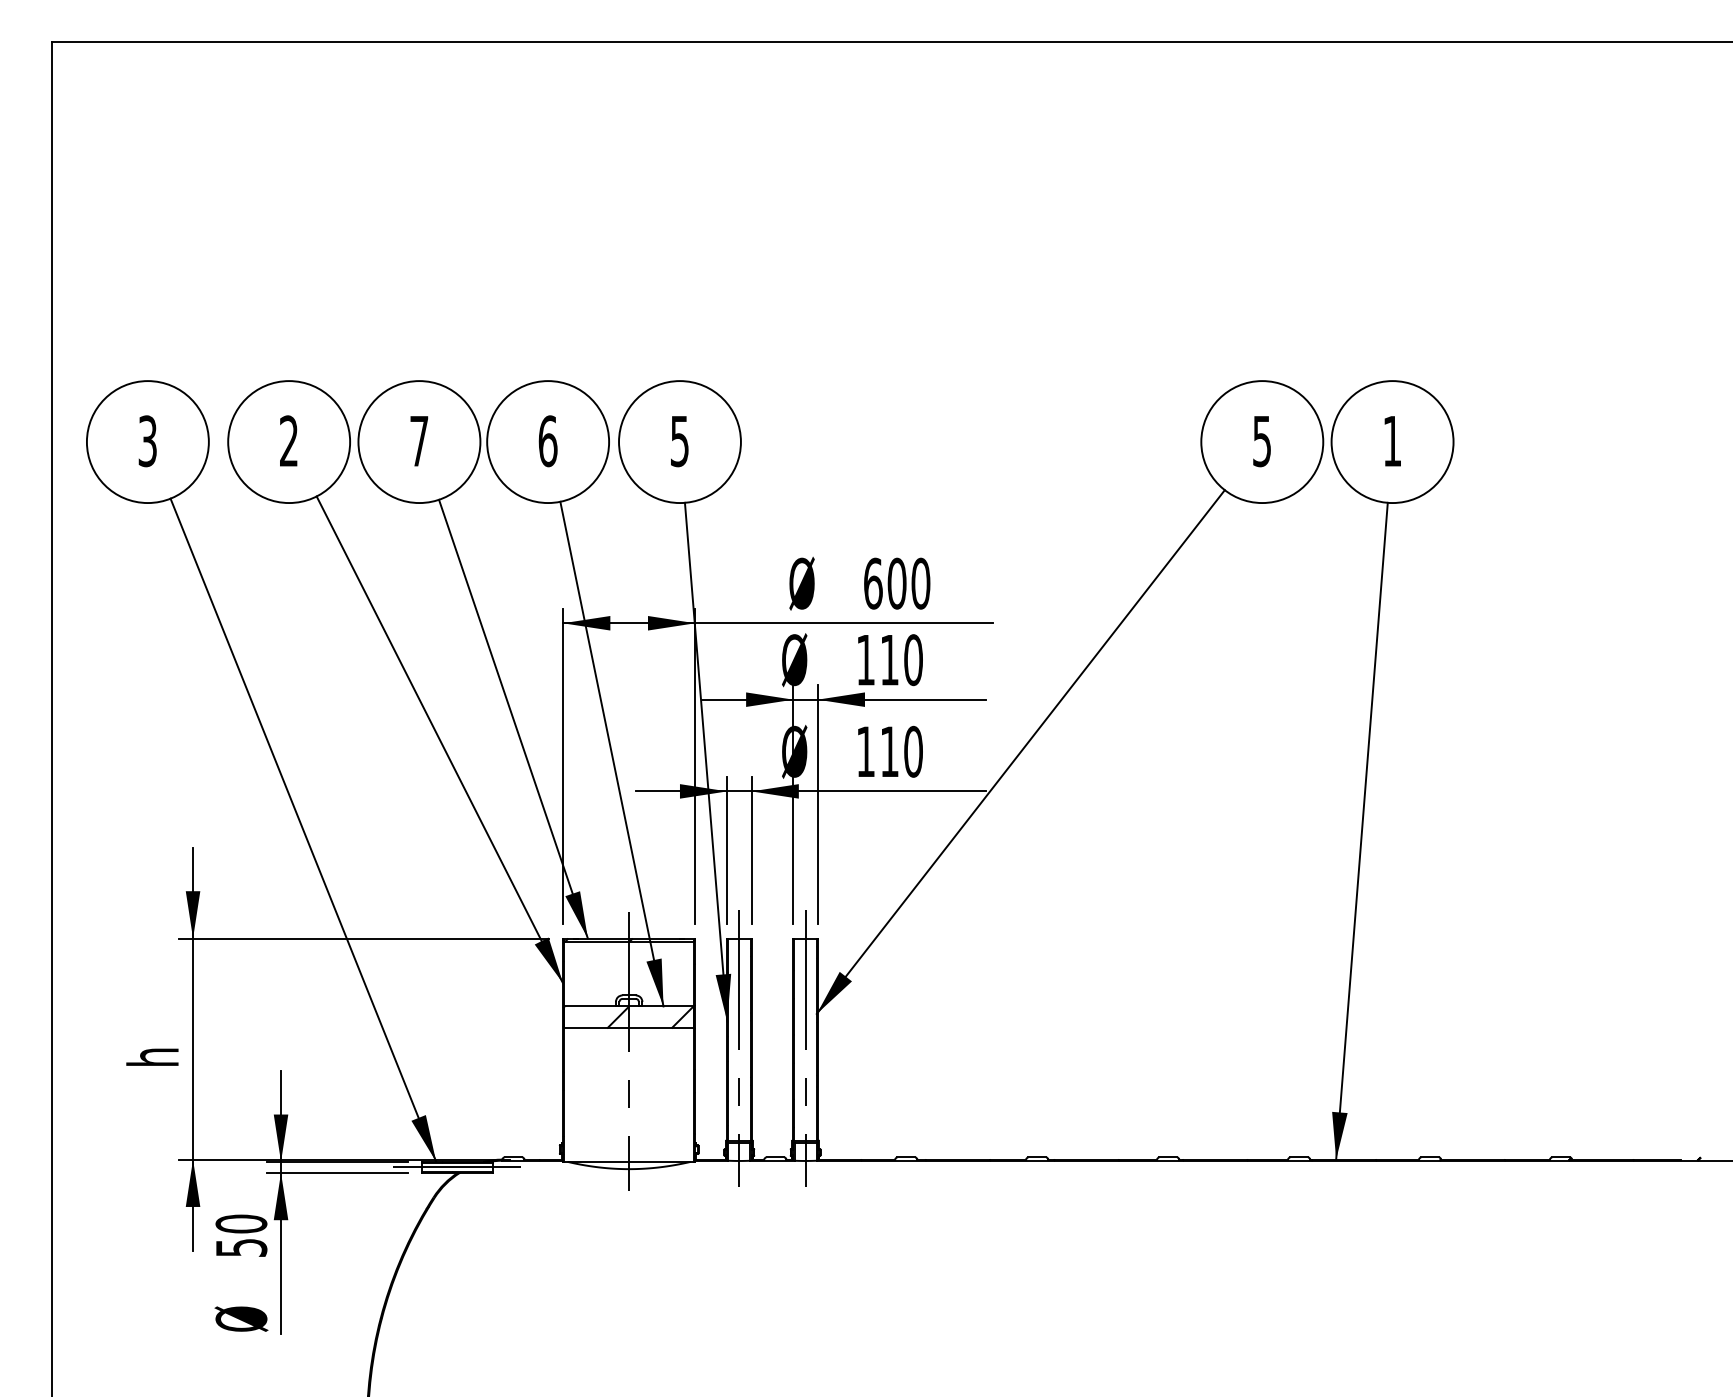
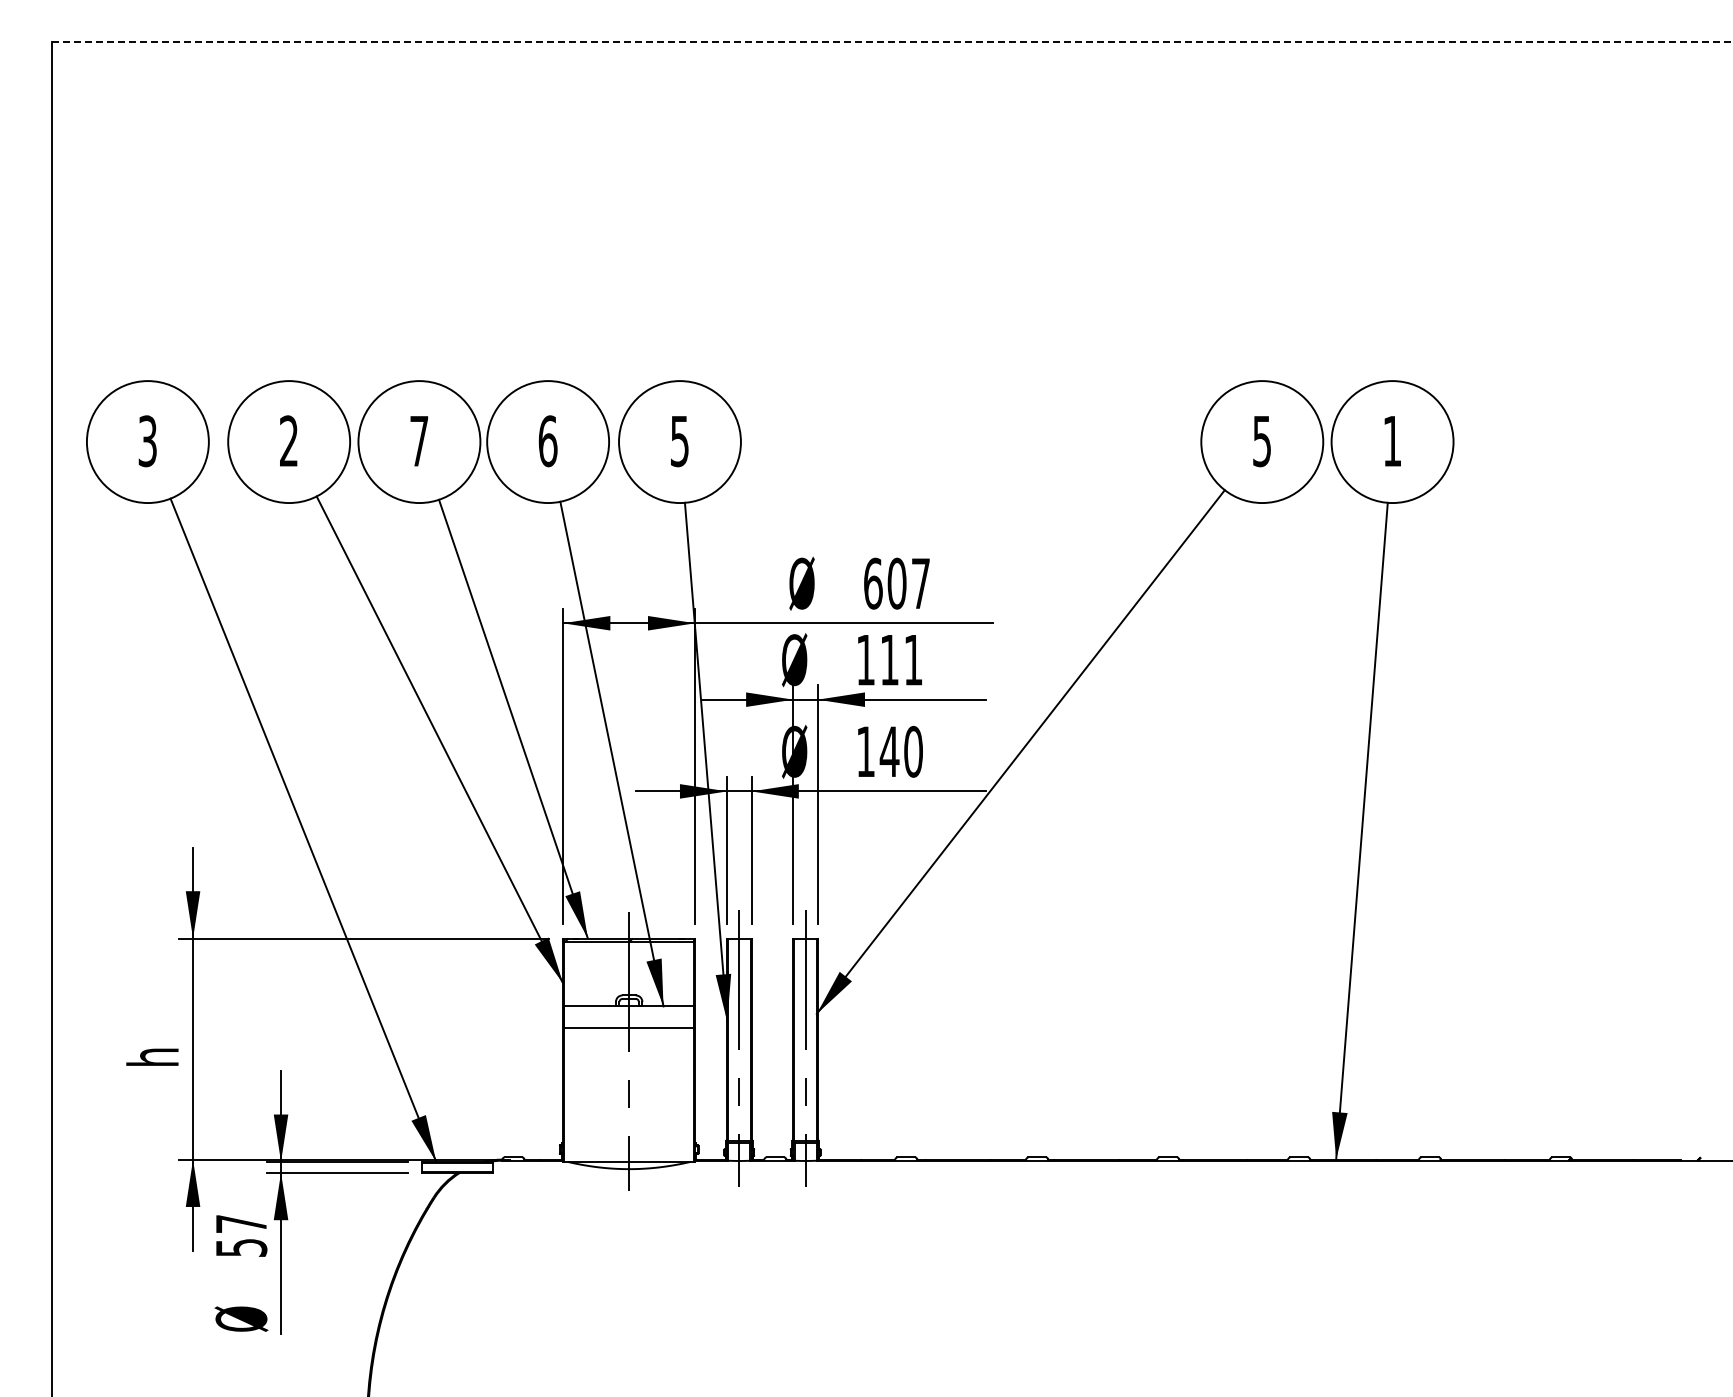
line at (892, 41): solid -> dashed
text at (920, 583): 600 -> 607
text at (913, 660): 110 -> 111
text at (889, 751): 110 -> 140
hatch at (628, 1017): present -> none
line at (457, 1167): present -> none
text at (241, 1223): 50 -> 57
